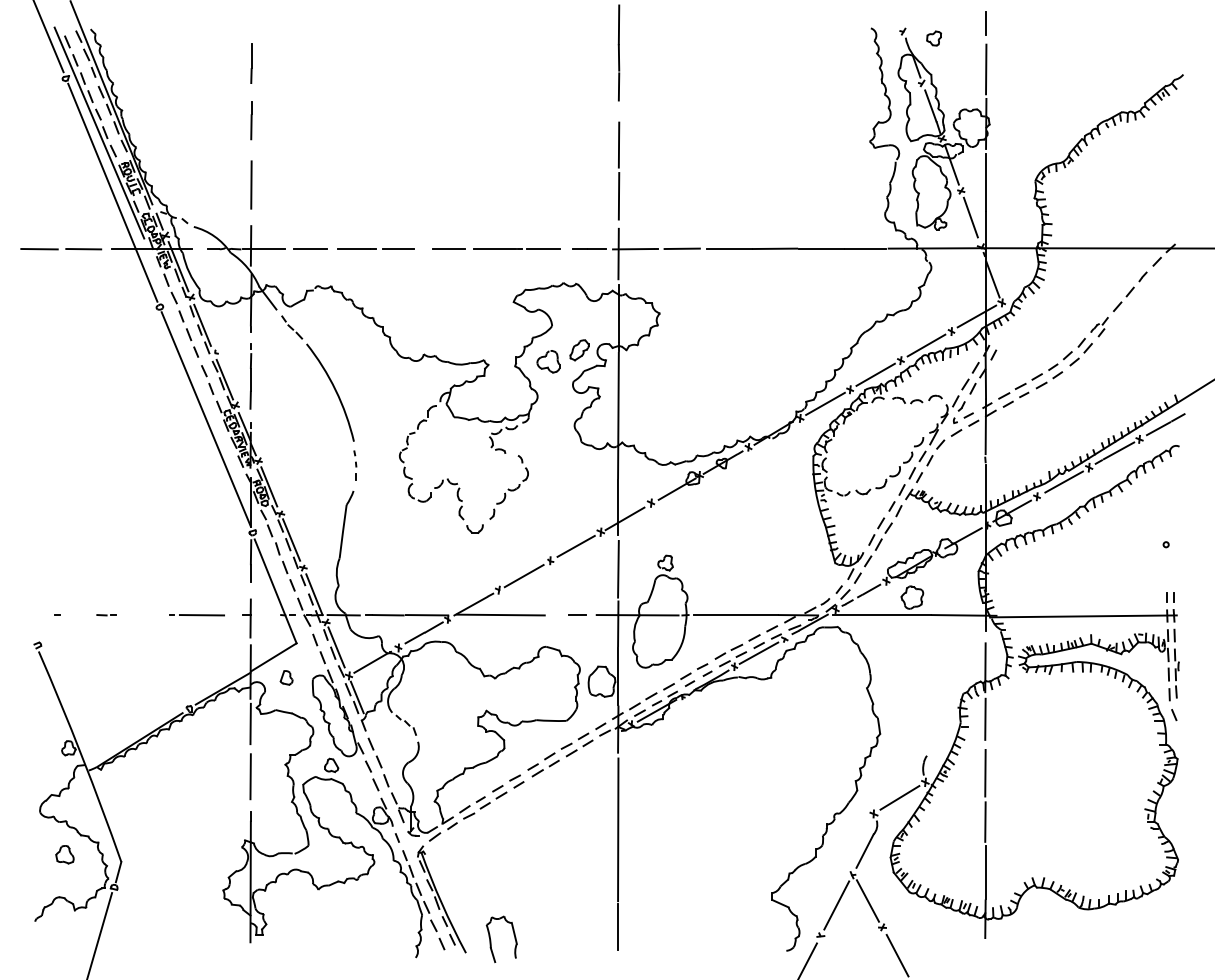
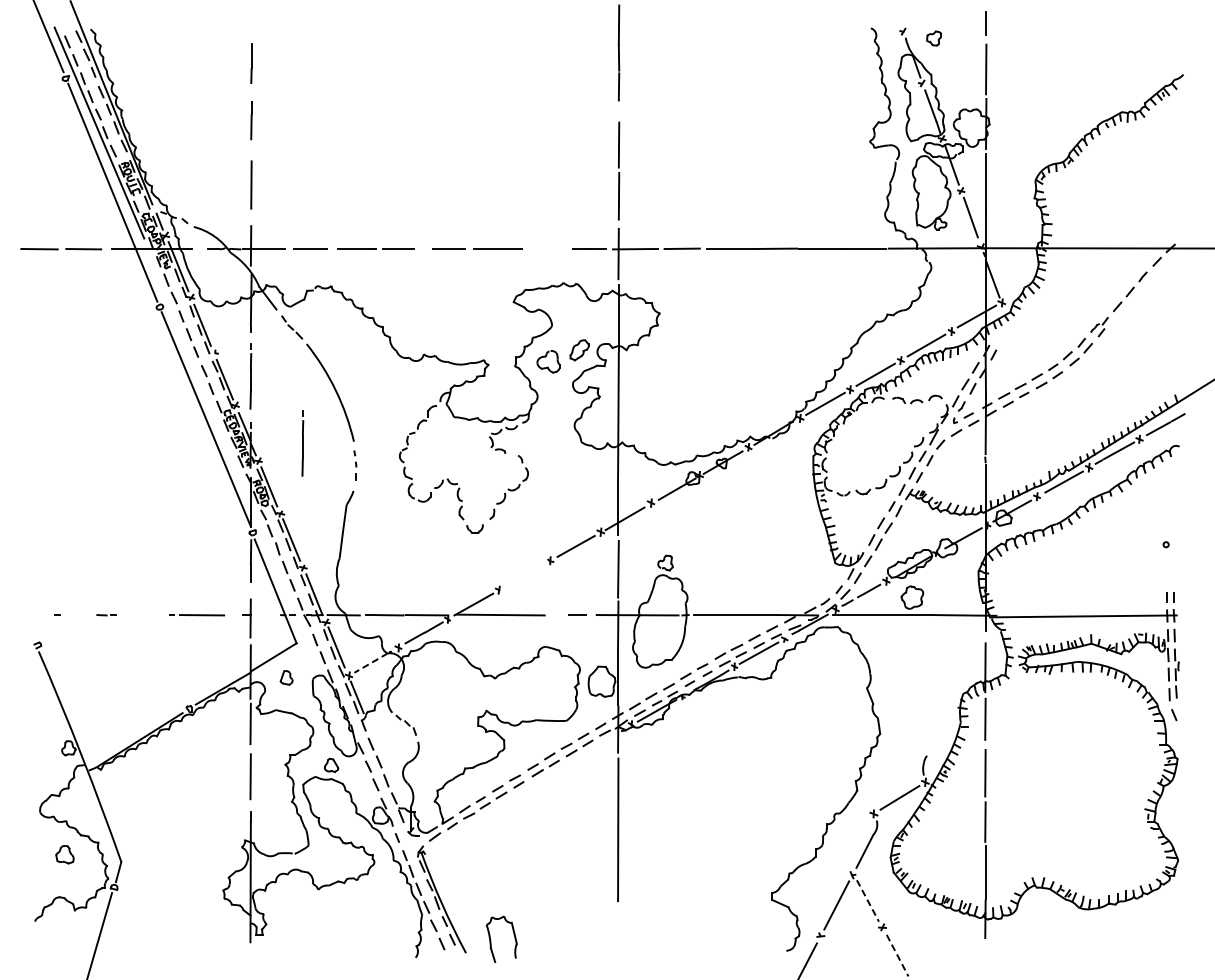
line at (542, 249): present -> none
line at (302, 443): none -> present
line at (523, 576): present -> none
line at (370, 663): solid -> dashed
line at (867, 901): solid -> dashed
line at (618, 926): present -> none
line at (897, 956): solid -> dashed
